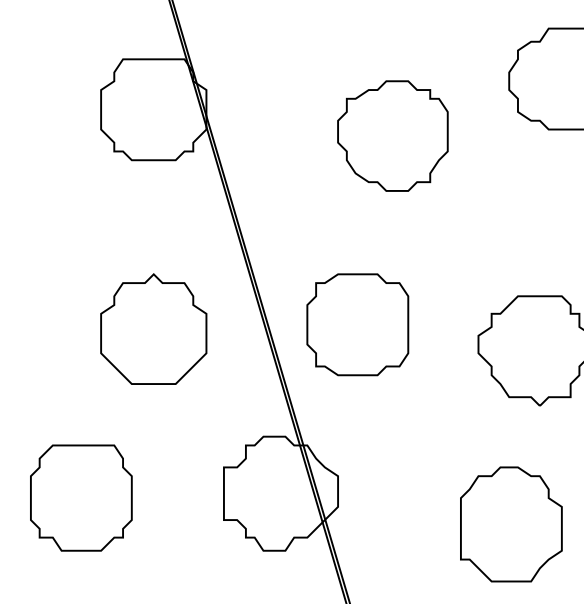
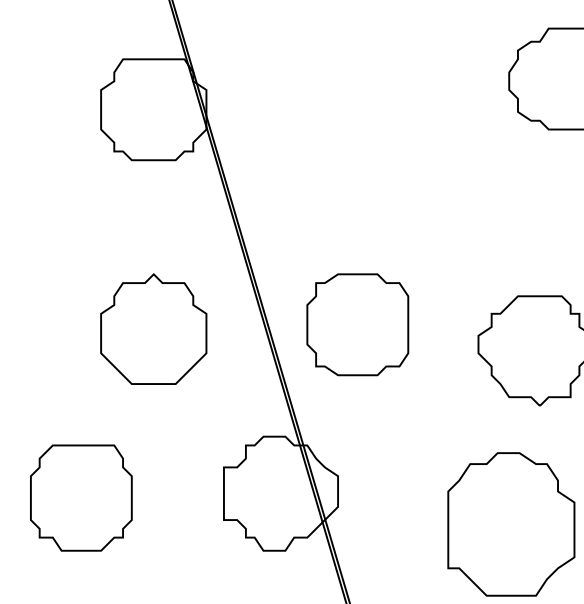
part at (392, 135): present -> none
part at (511, 524) size: 103x117 px -> 129x145 px
